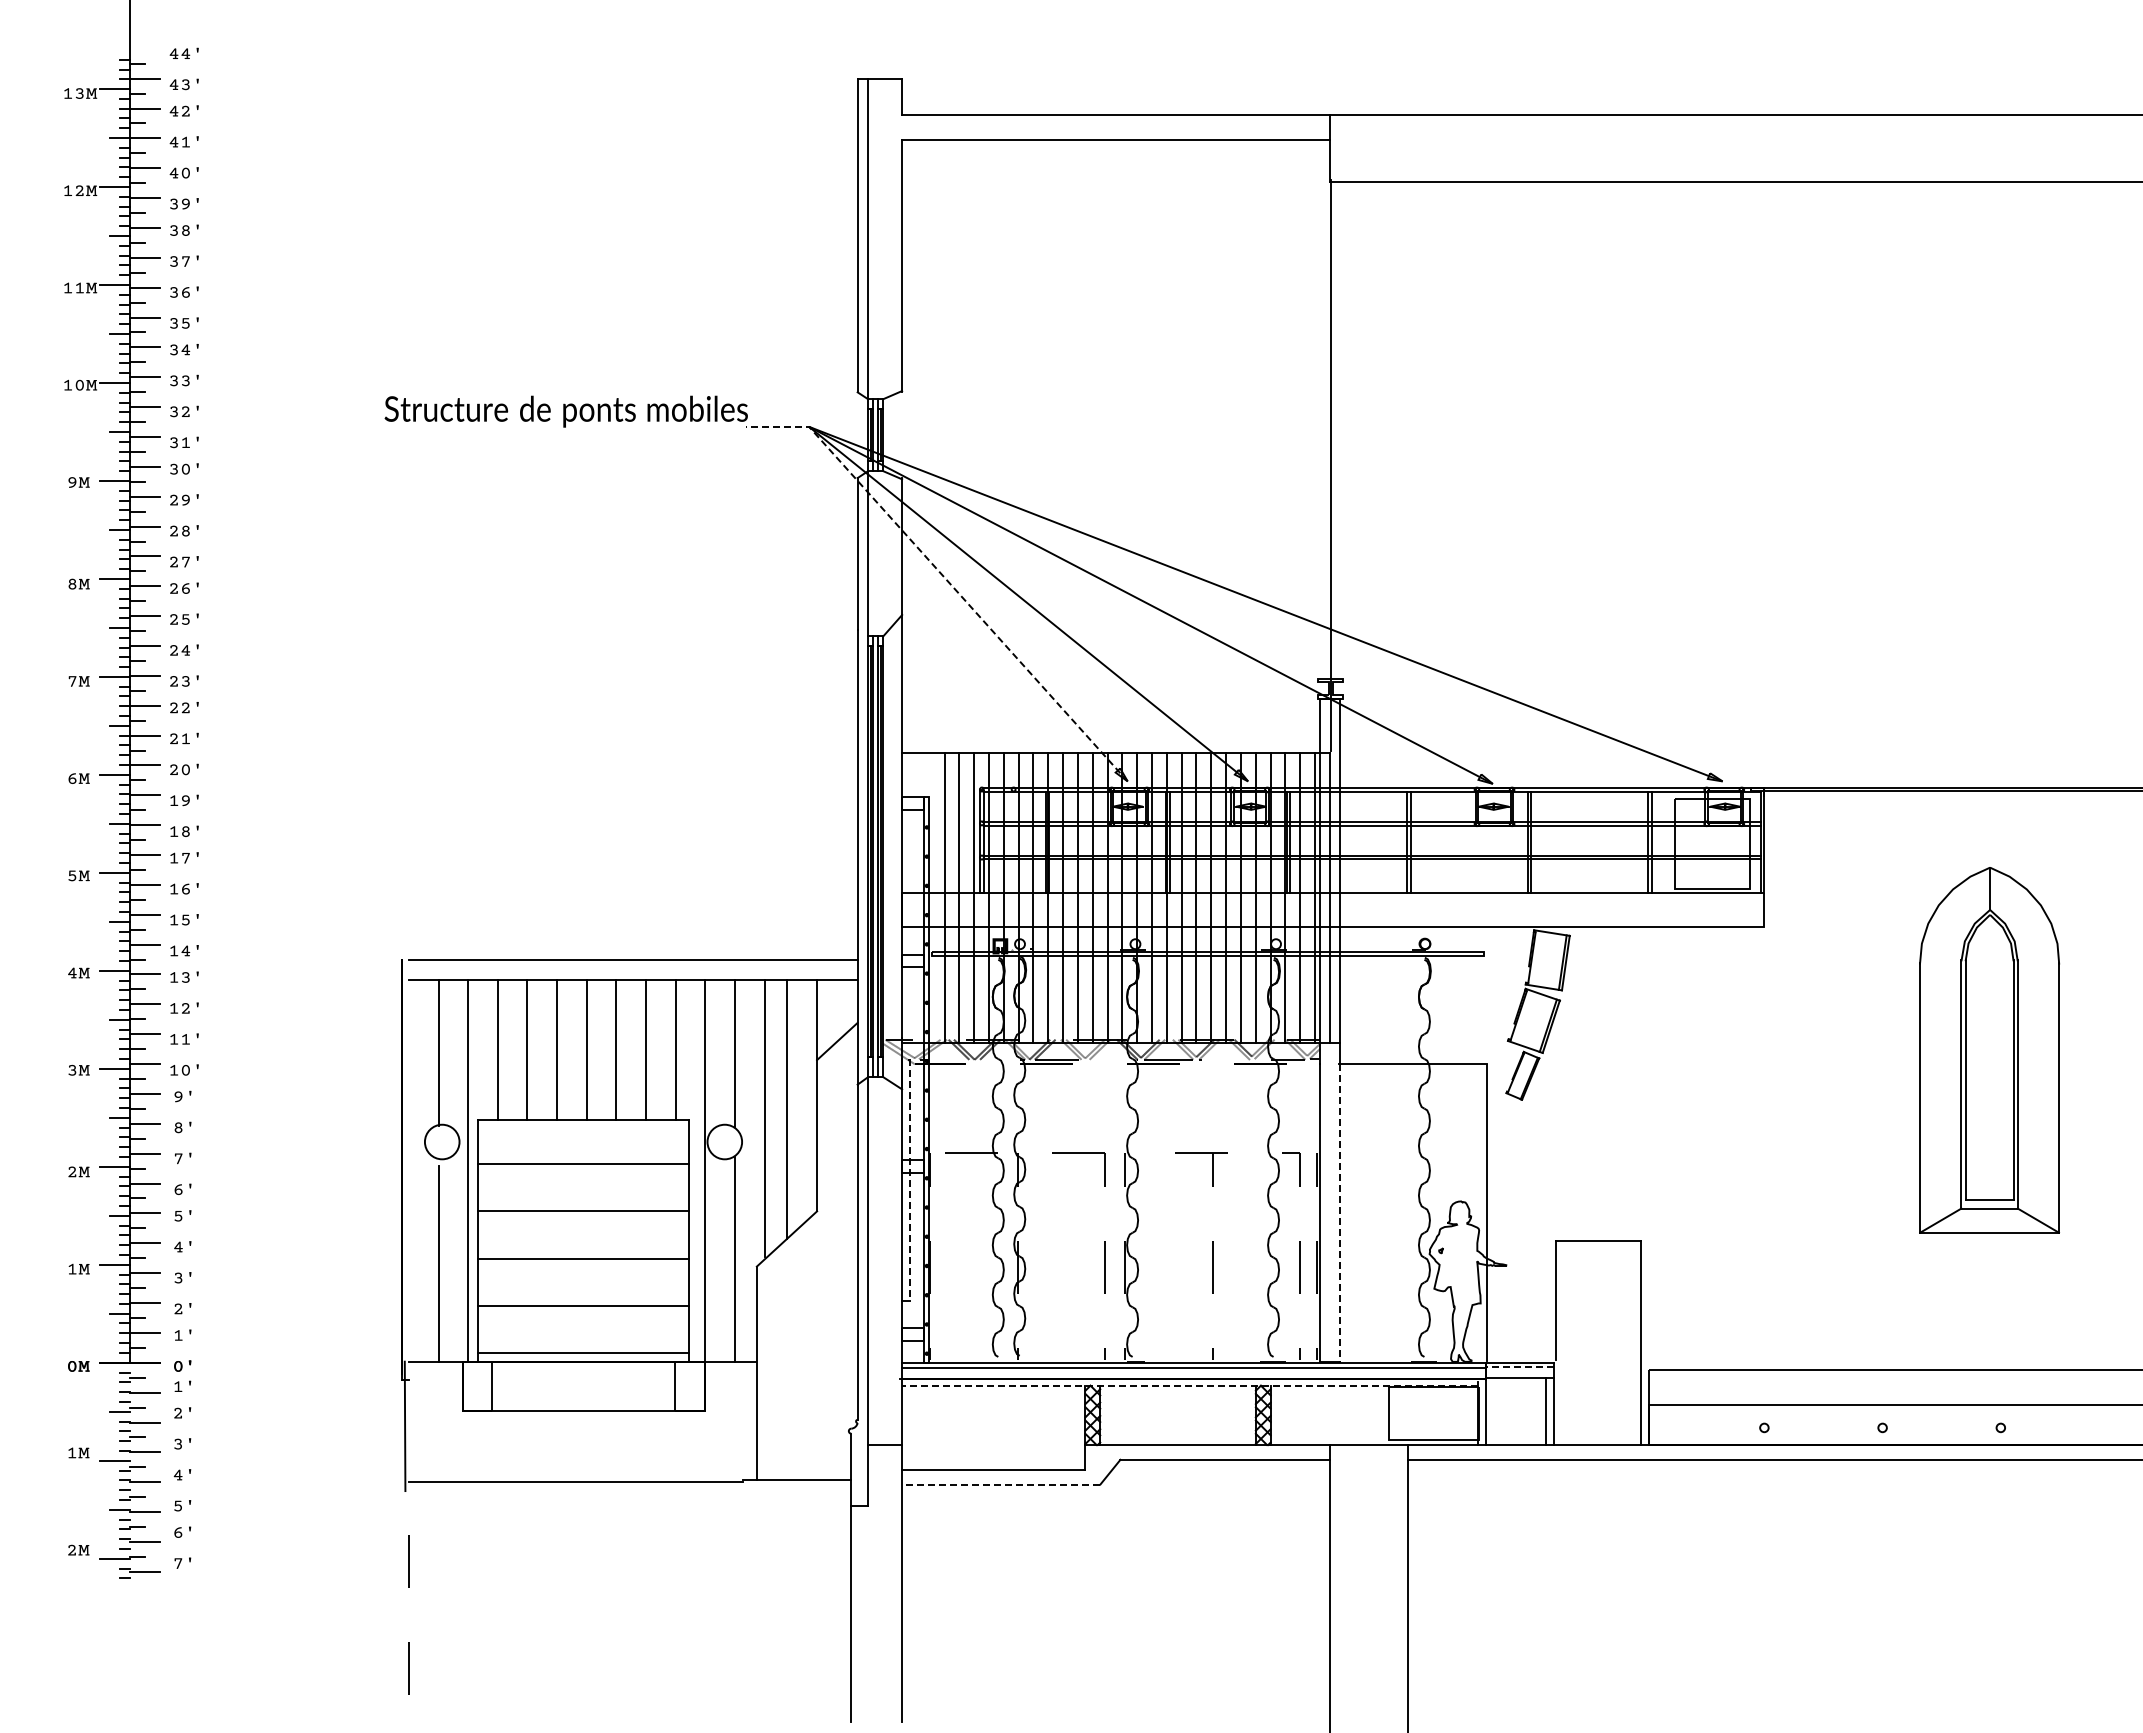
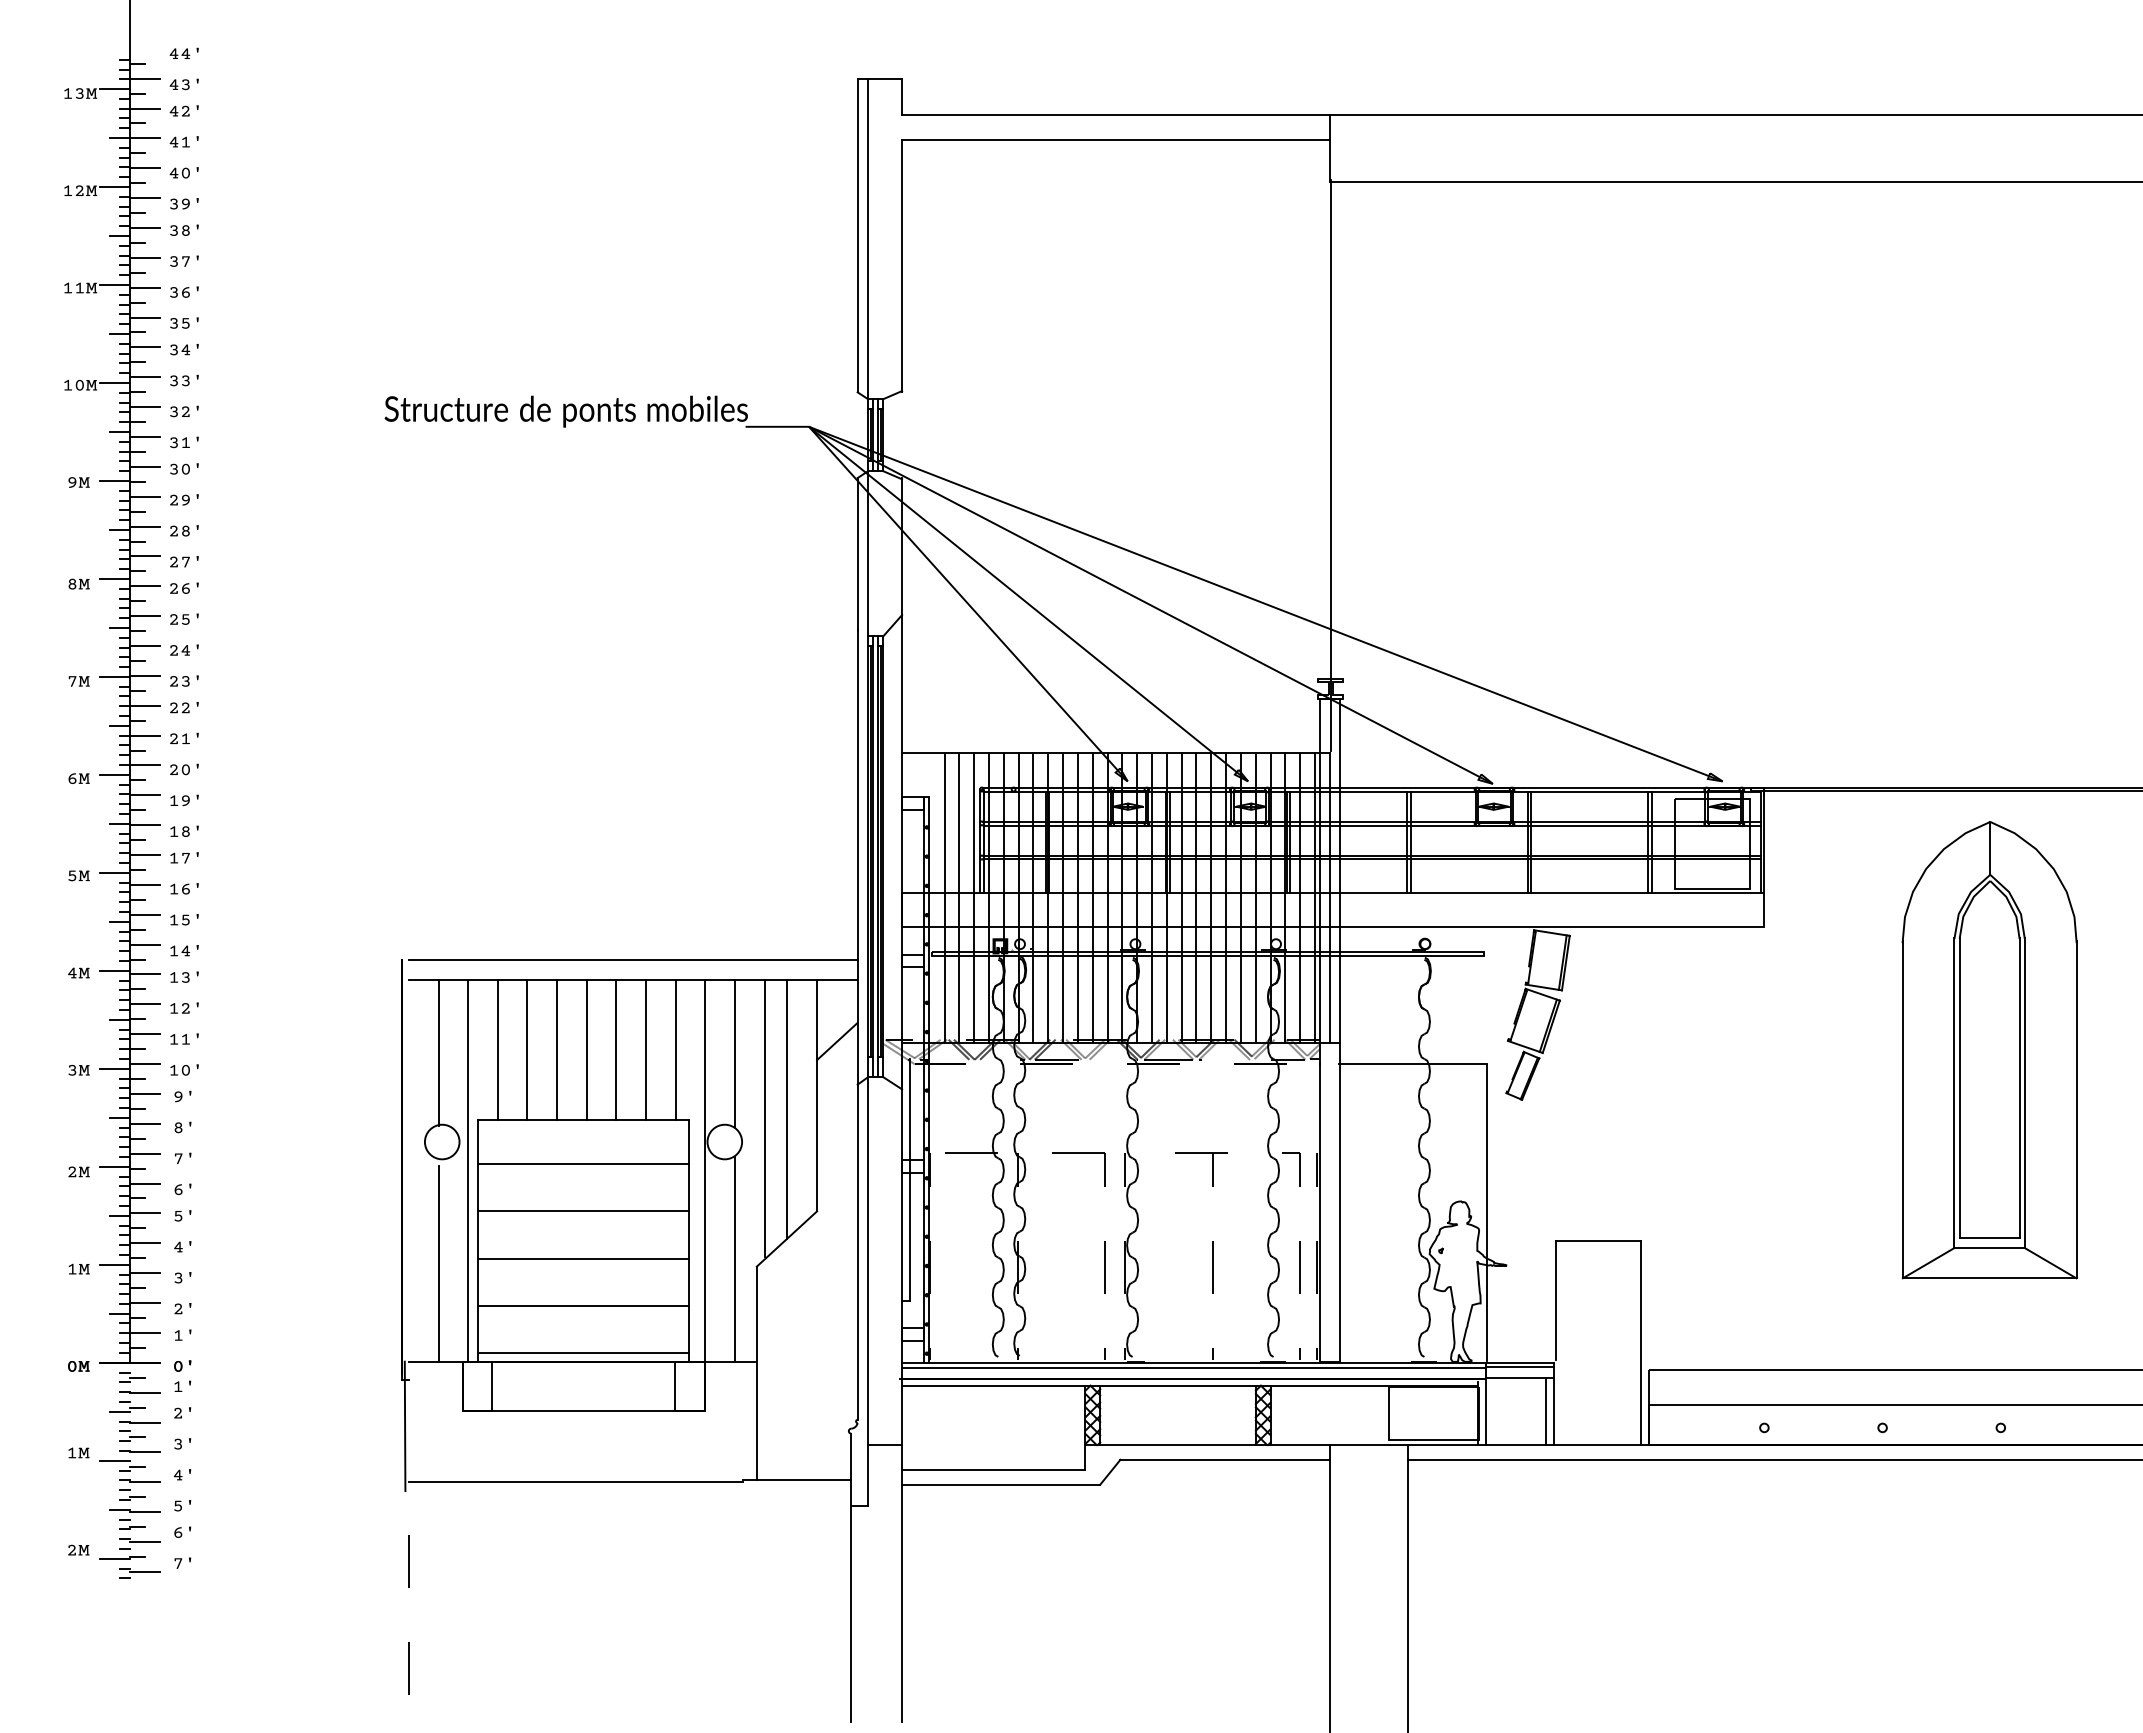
line at (946, 579): dashed -> solid
part at (1989, 1050) size: 141x367 px -> 177x459 px
line at (909, 1180): dashed -> solid
line at (1339, 1213): dashed -> solid
line at (1520, 1367): dashed -> solid
line at (1190, 1385): dashed -> solid
line at (1000, 1484): dashed -> solid
